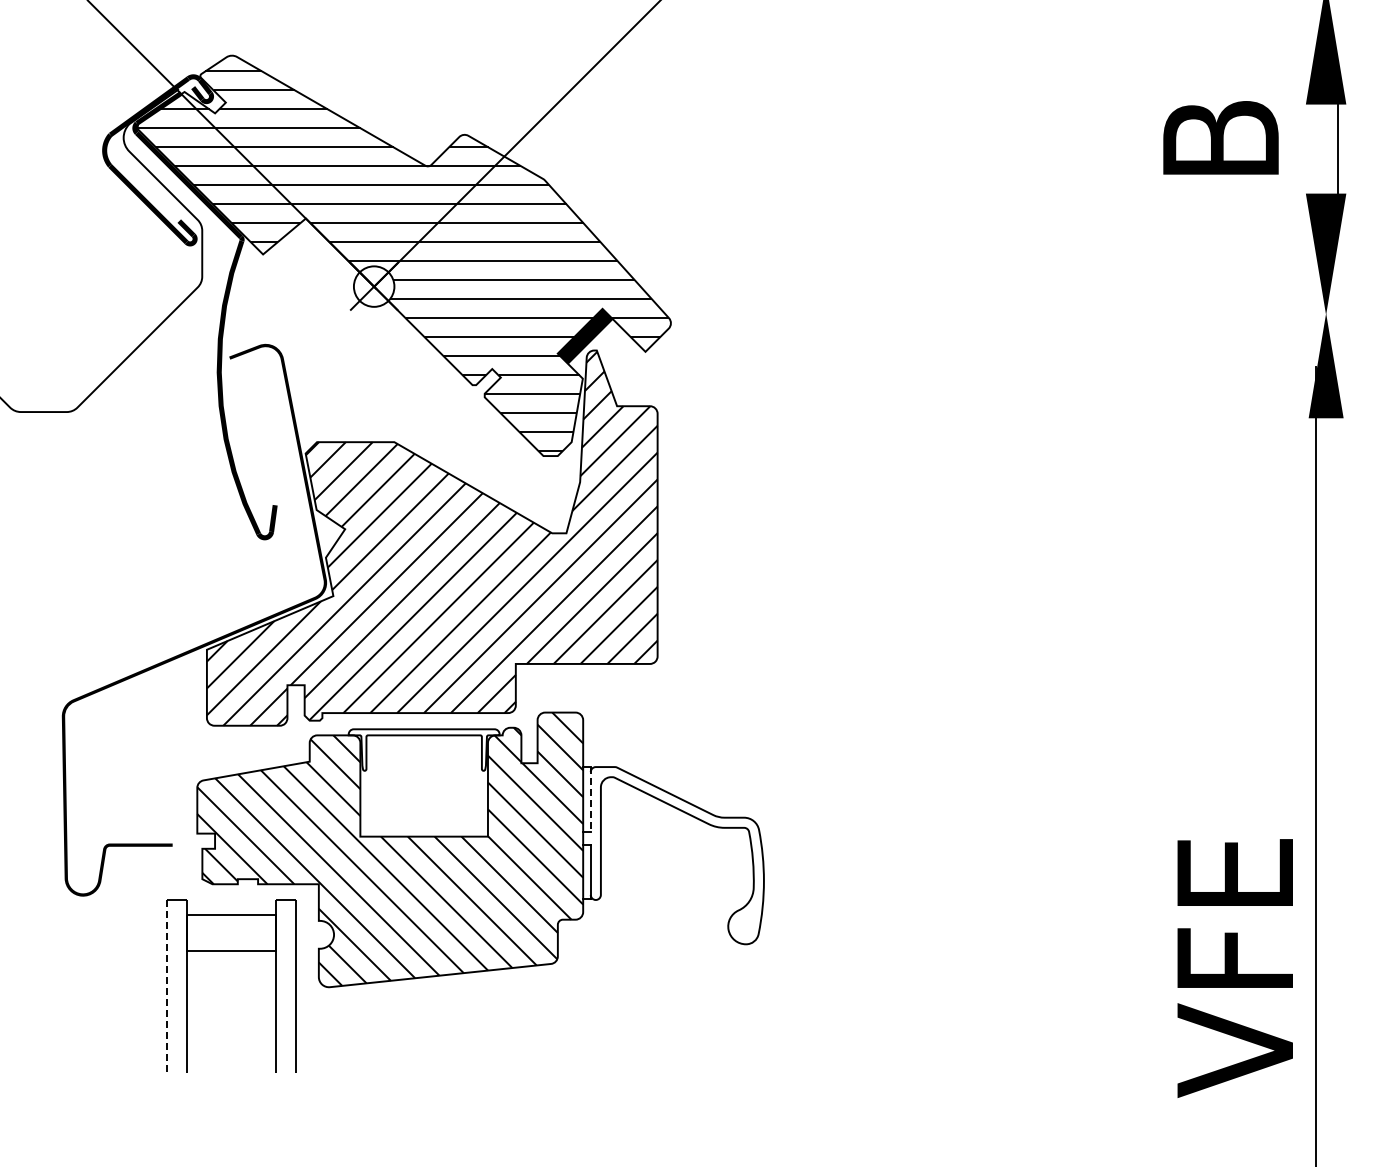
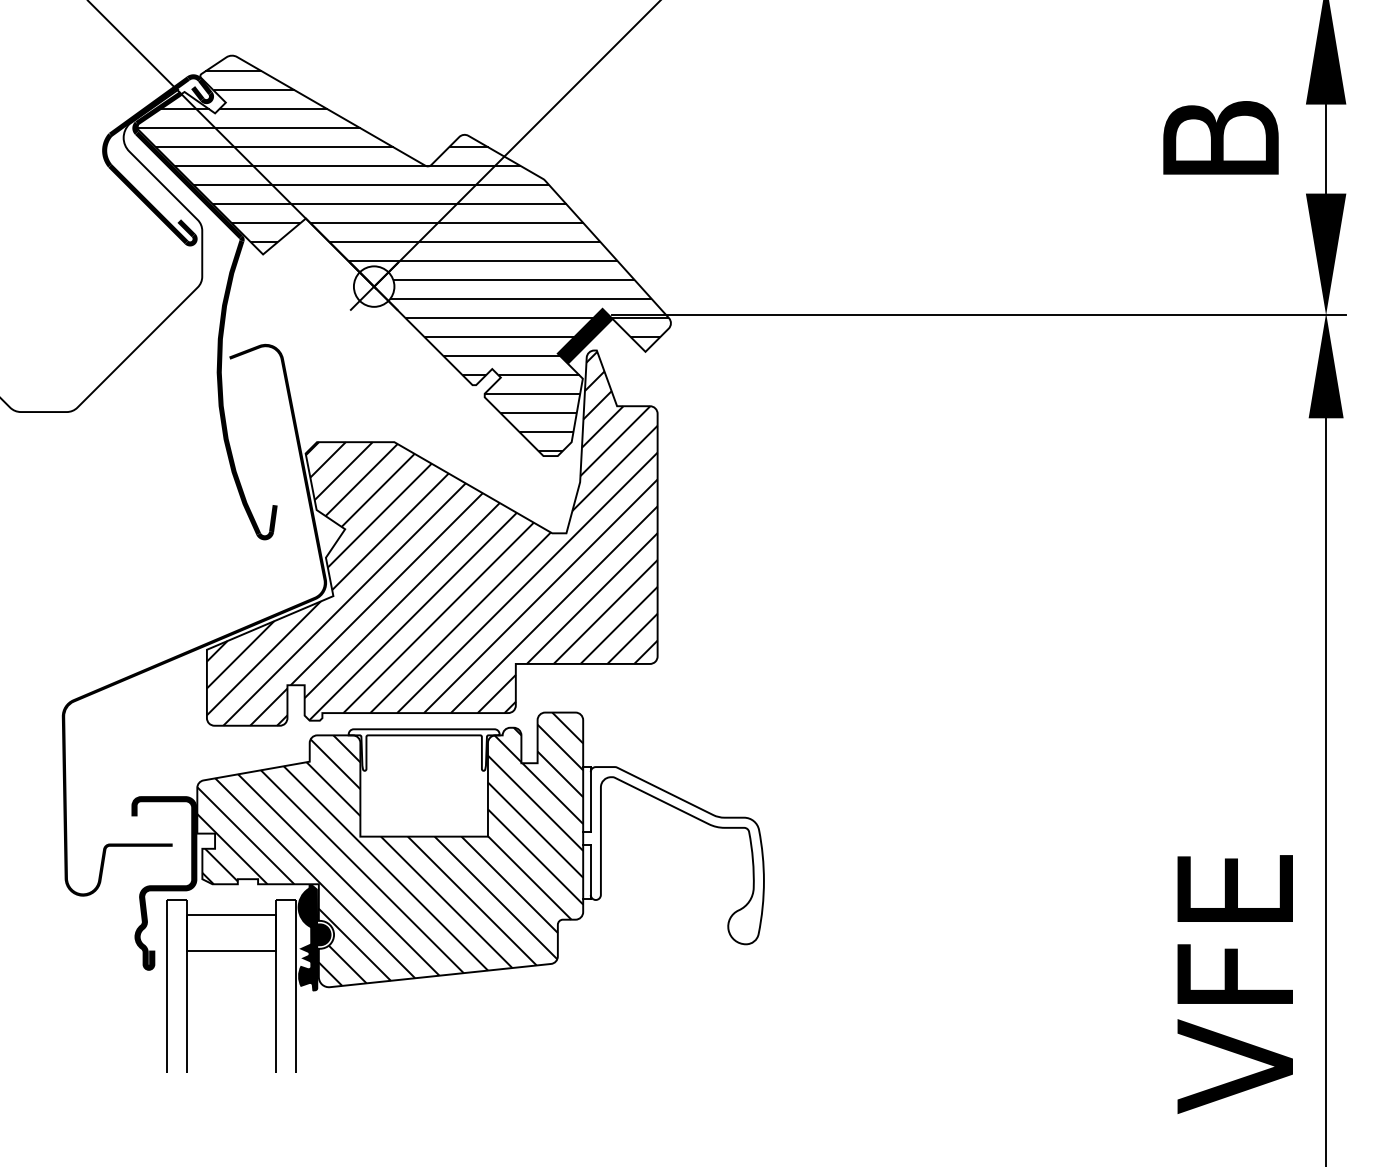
line at (1338, 148) position: (1338, 148) -> (1326, 148)
line at (979, 315): none -> present
line at (1316, 765) position: (1316, 765) -> (1326, 765)
line at (590, 799): dashed -> solid
fill at (164, 883): none -> present
fill at (314, 937): none -> present
text at (1234, 968) position: (1234, 968) -> (1234, 984)
line at (166, 986): dashed -> solid
